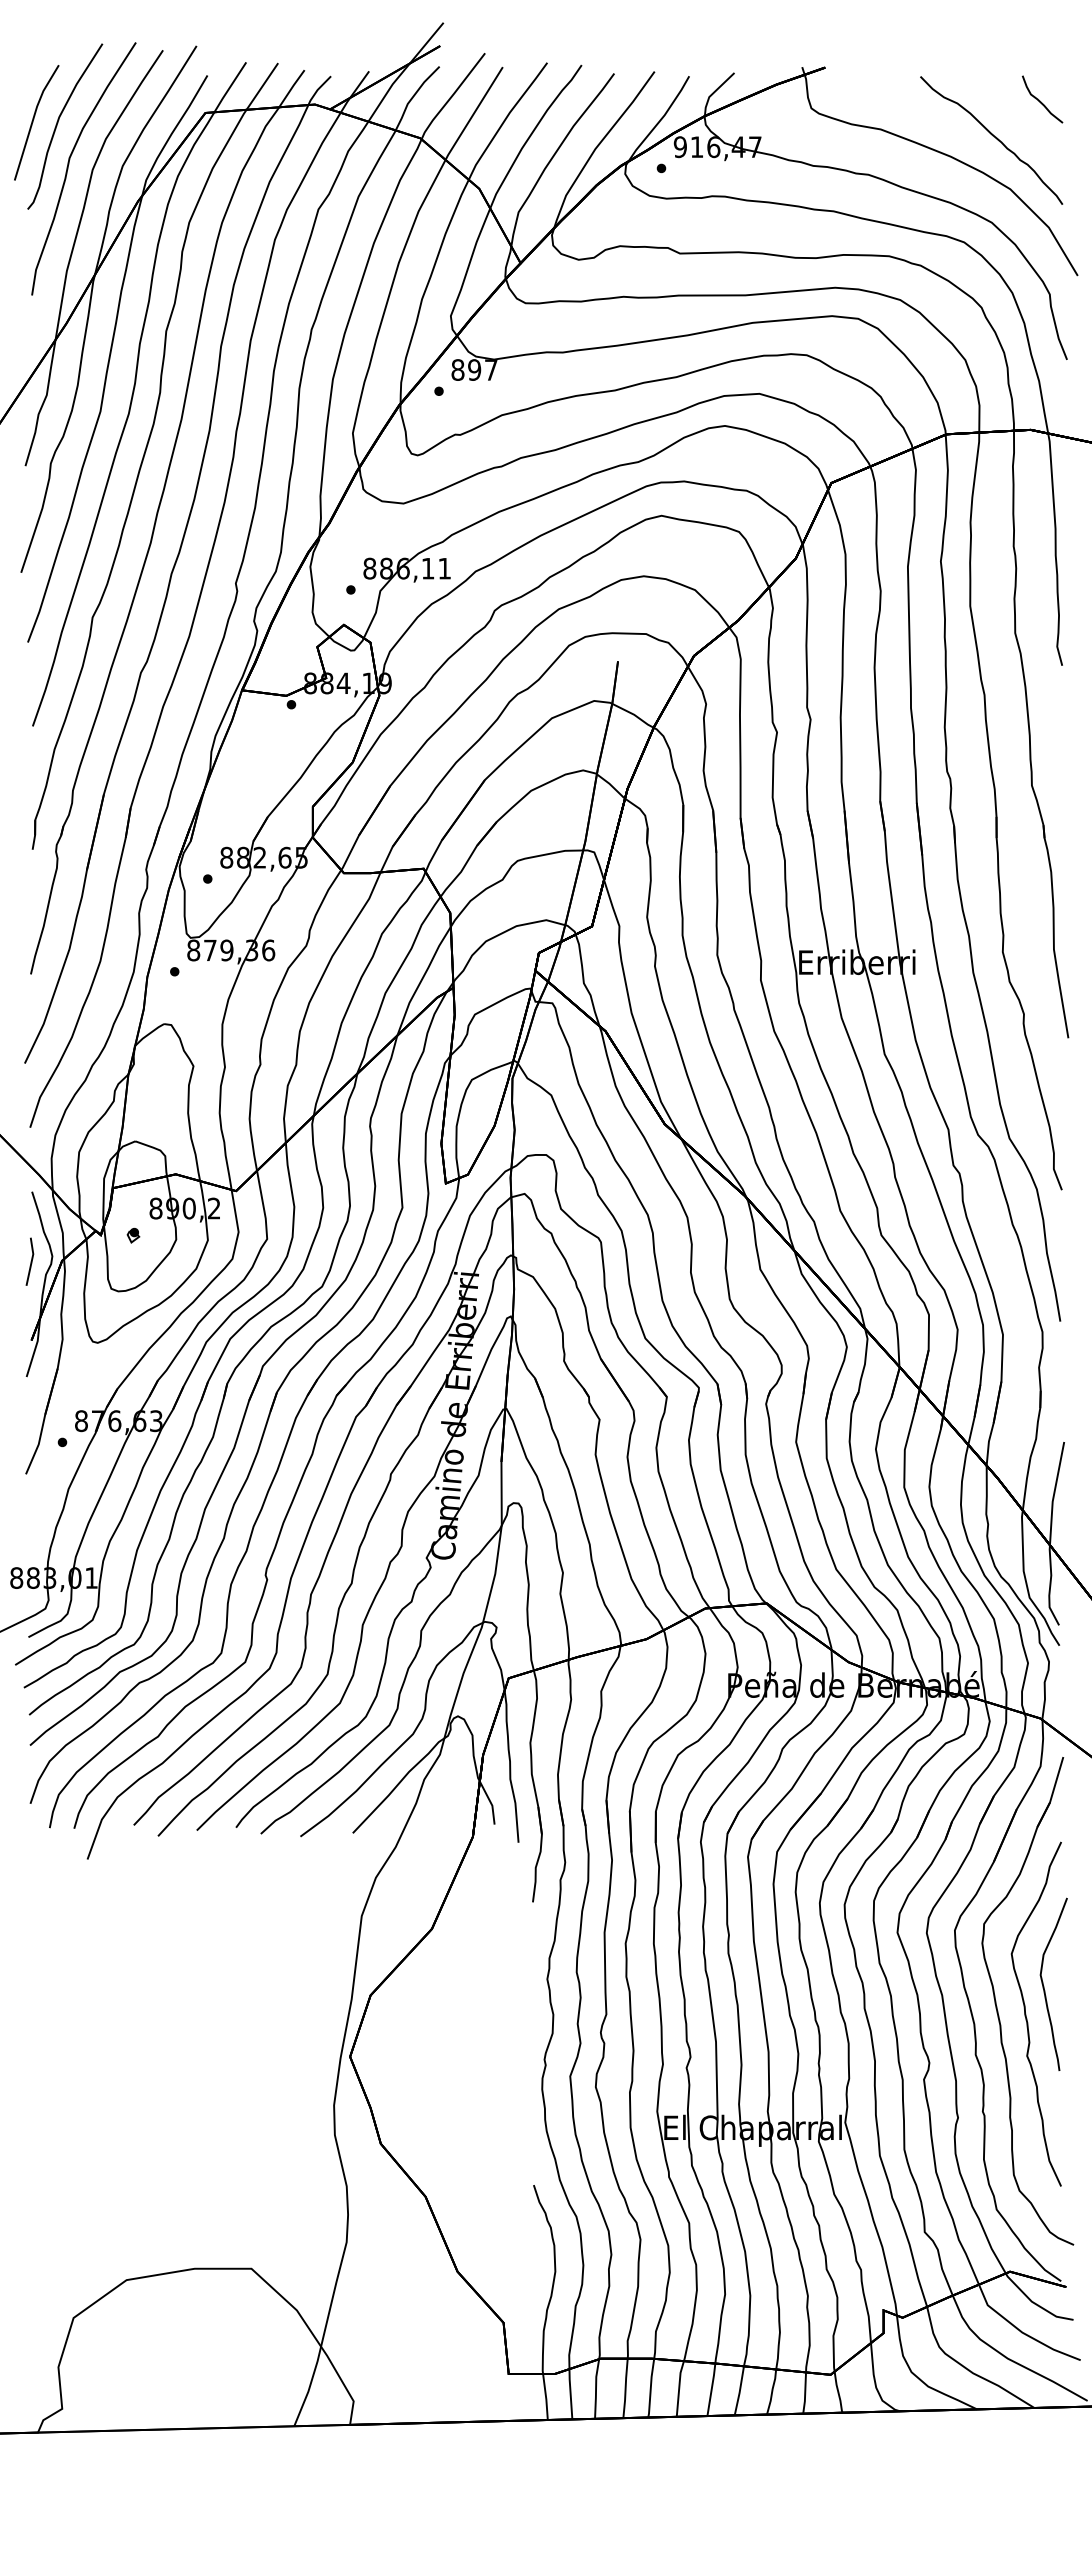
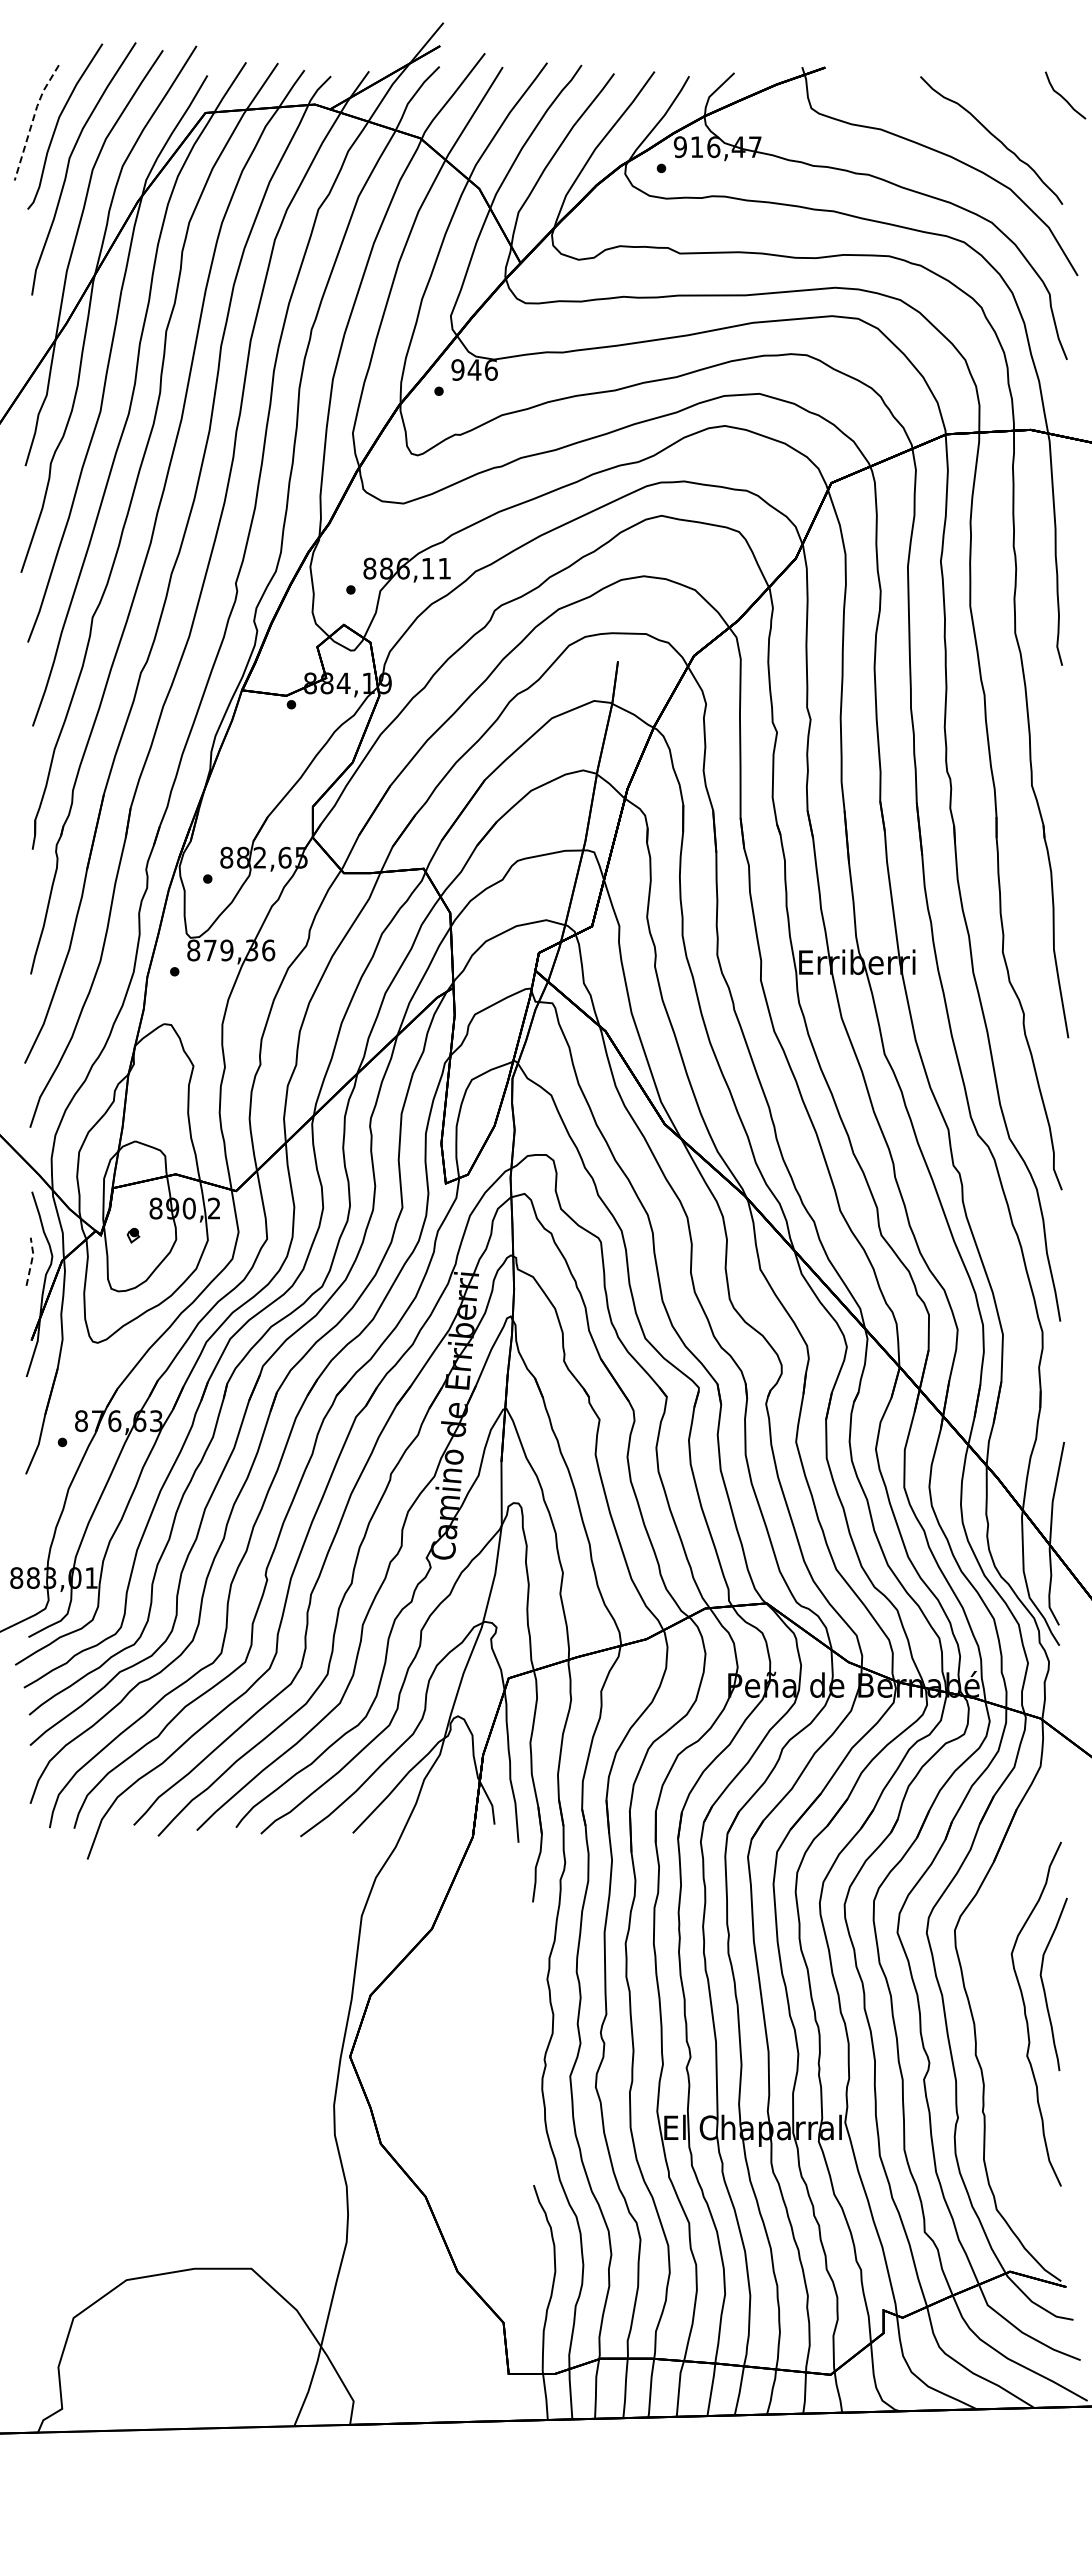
curve at (1040, 100) position: (1040, 100) -> (1063, 96)
line at (33, 119): solid -> dashed
text at (474, 369): 897 -> 946
line at (31, 1260): solid -> dashed
part at (998, 2010): present -> none
